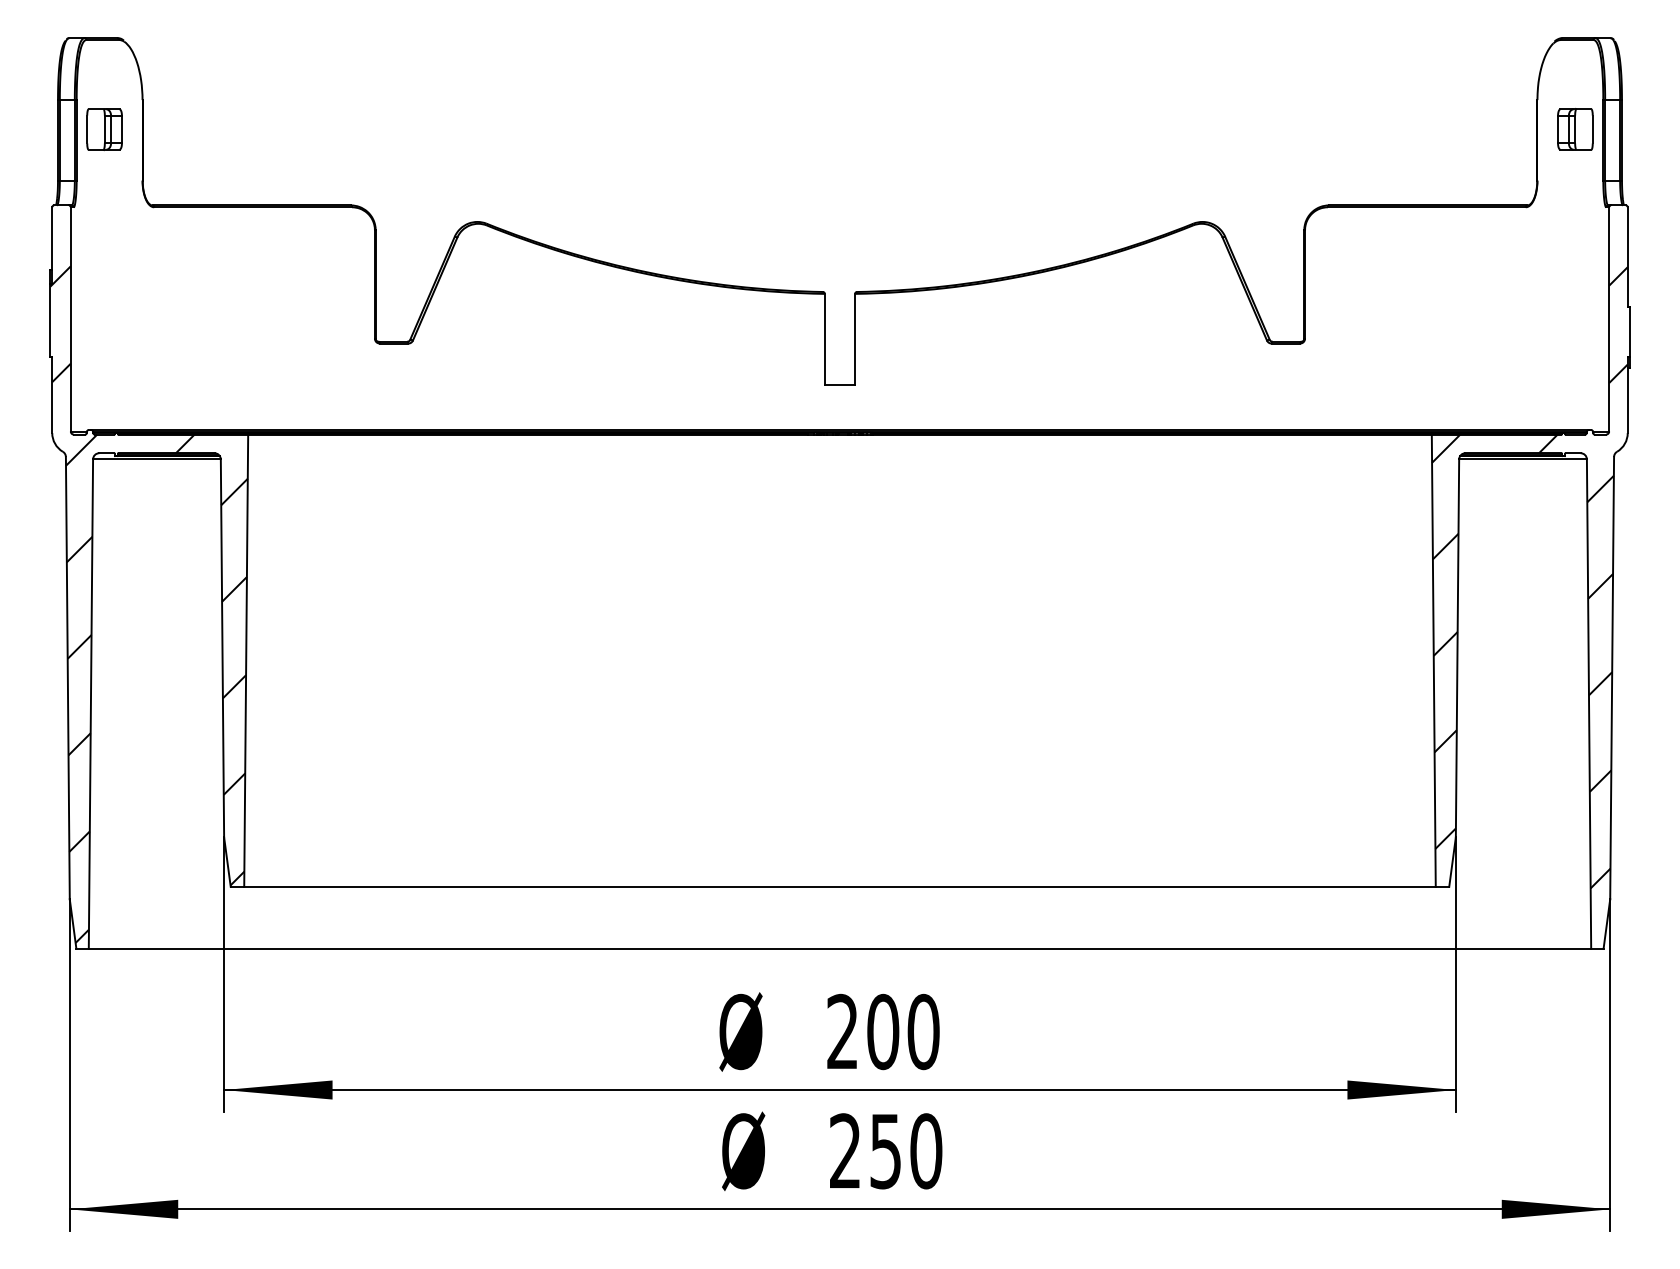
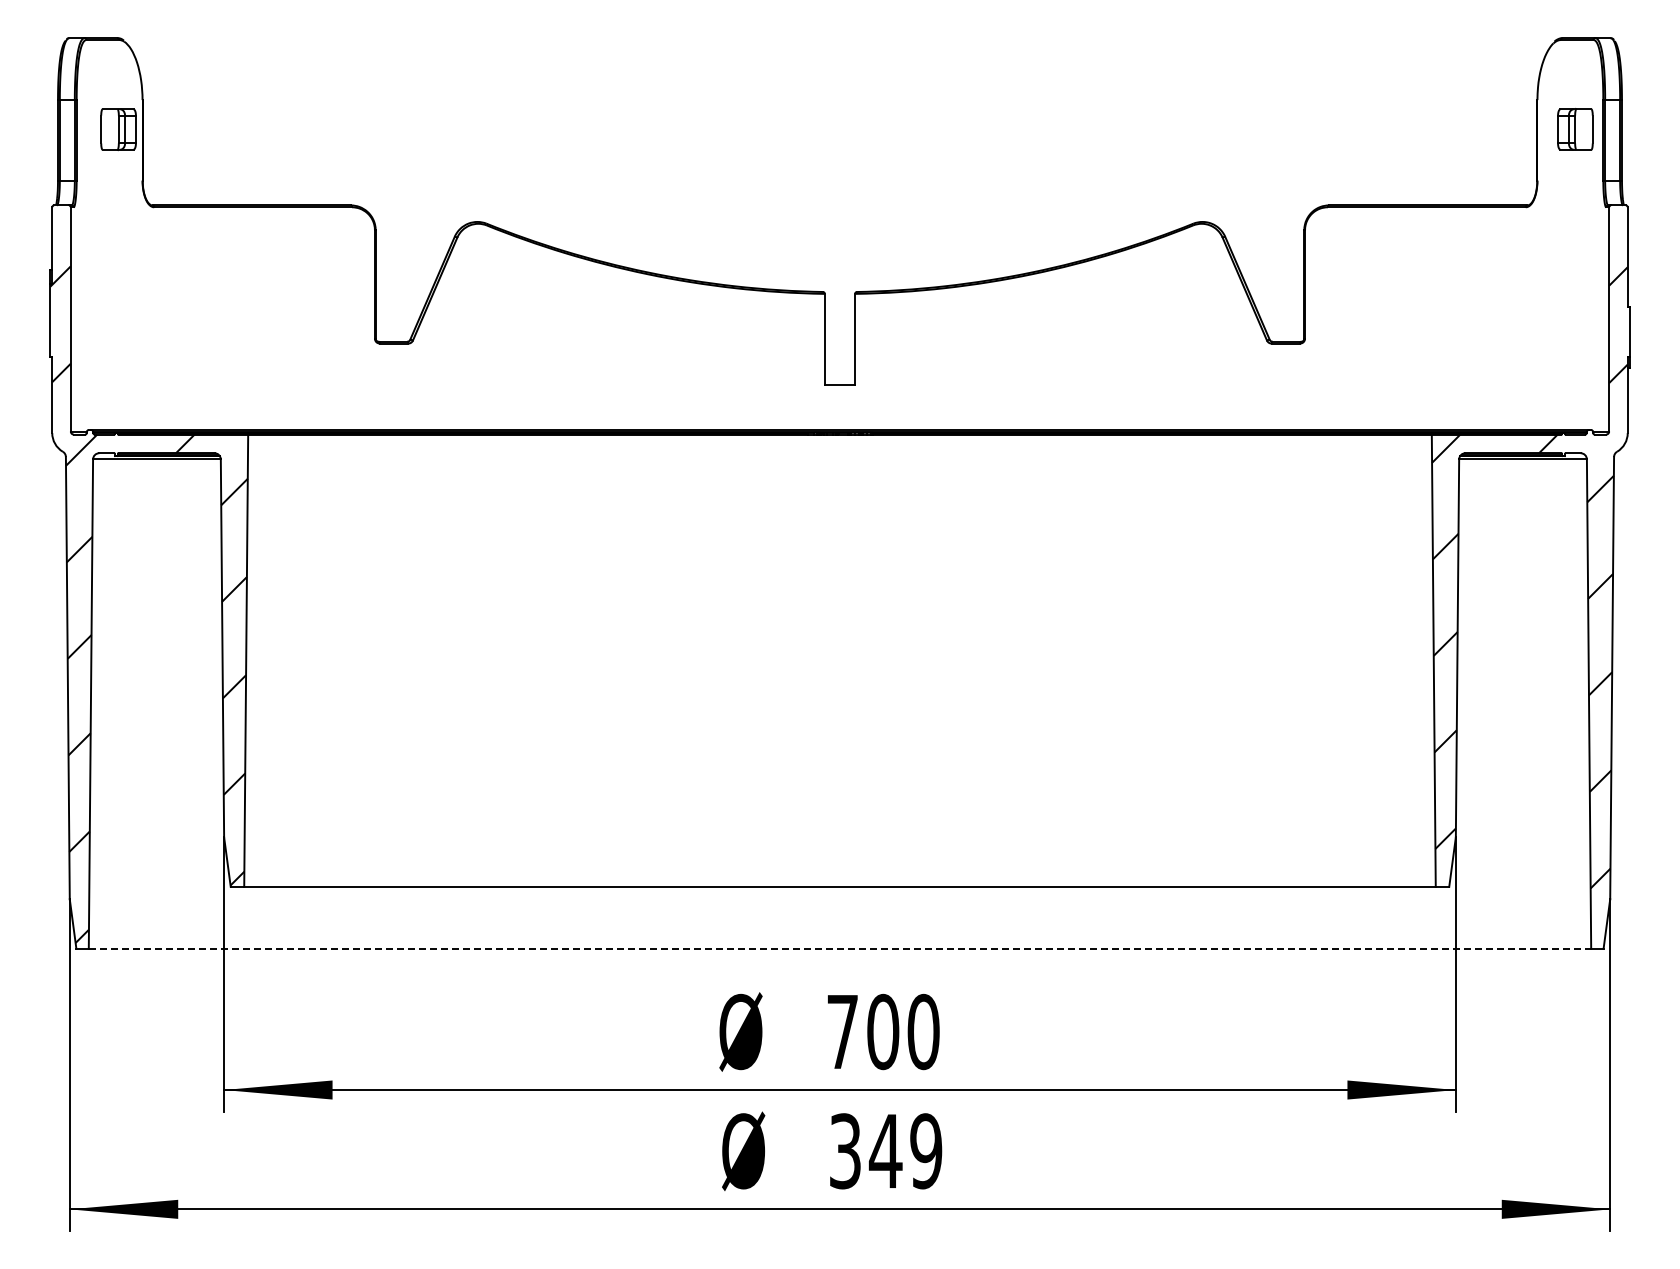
part at (104, 129) position: (104, 129) -> (118, 129)
line at (840, 948): solid -> dashed
text at (842, 1030): 200 -> 700
text at (886, 1151): 250 -> 349
